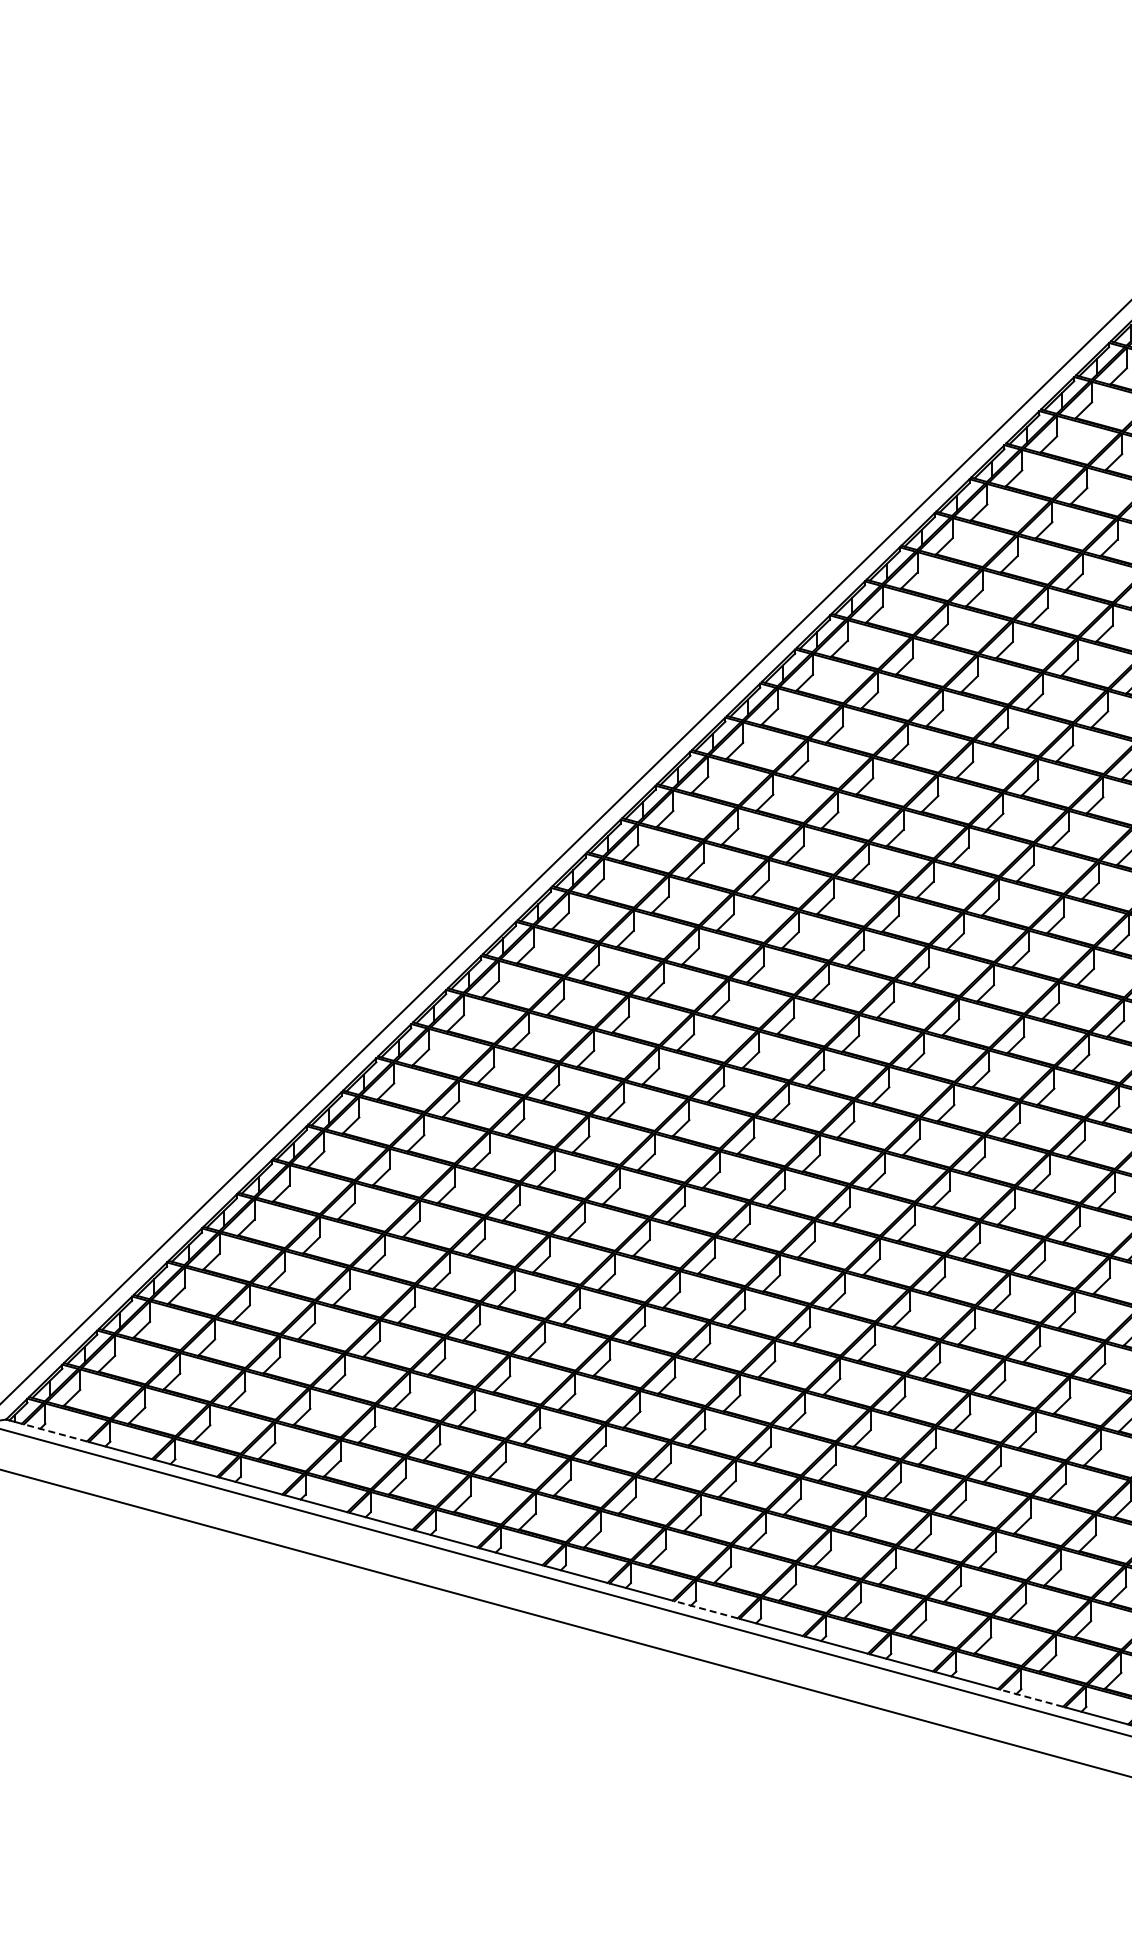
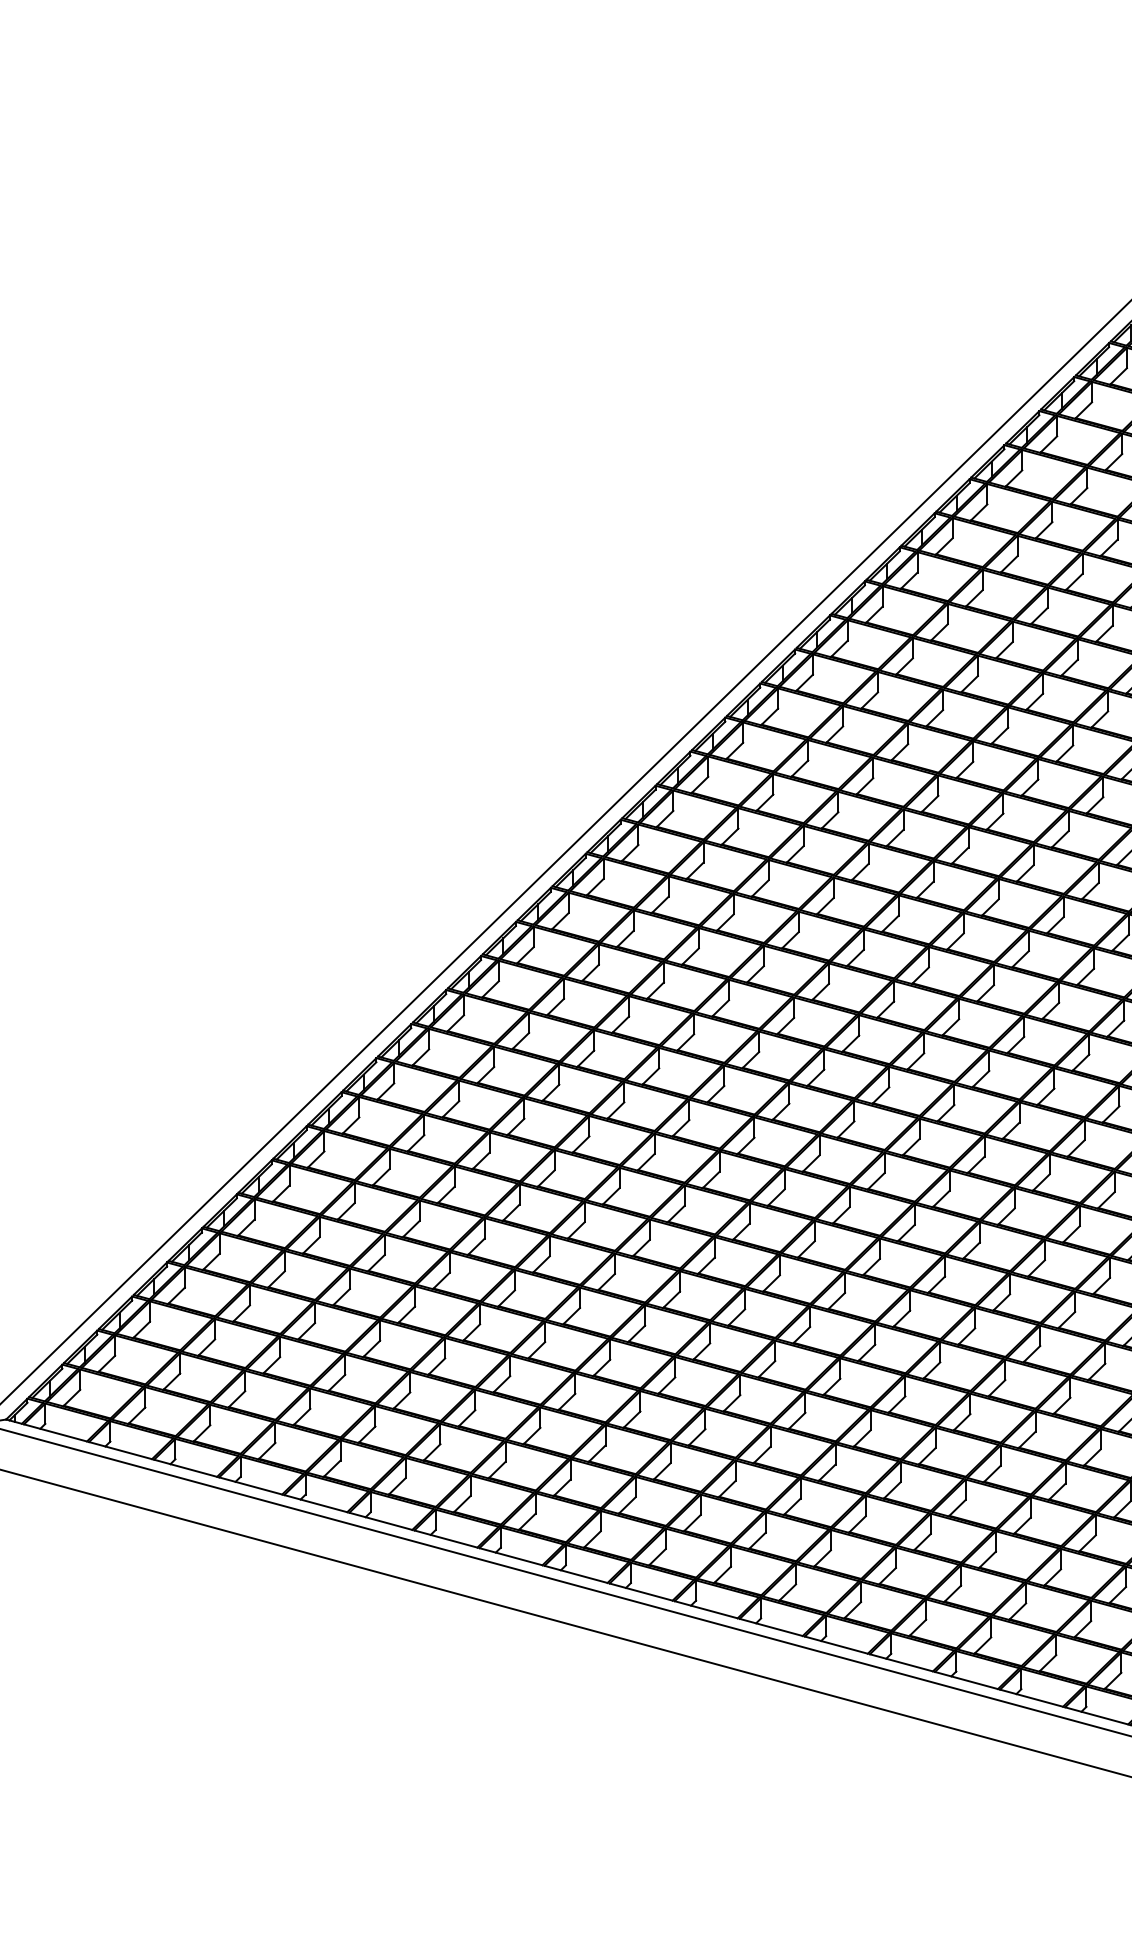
line at (55, 1432): dashed -> solid
line at (706, 1609): dashed -> solid
line at (1031, 1698): dashed -> solid
